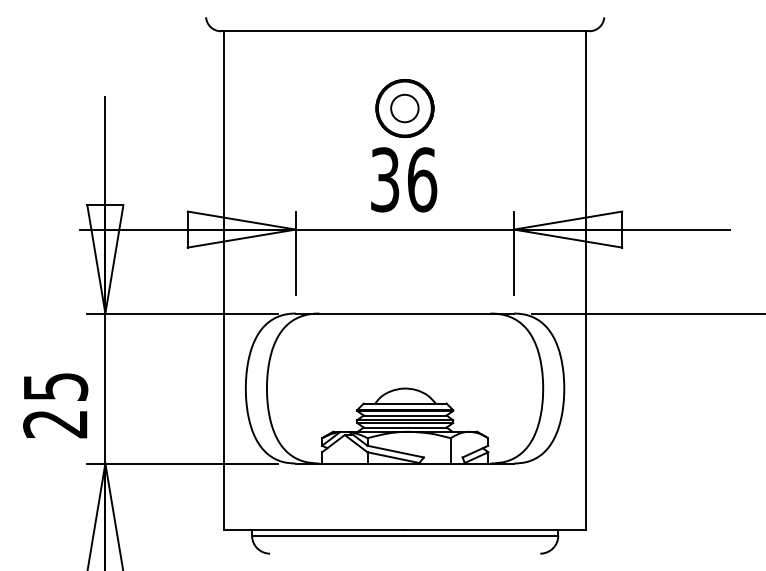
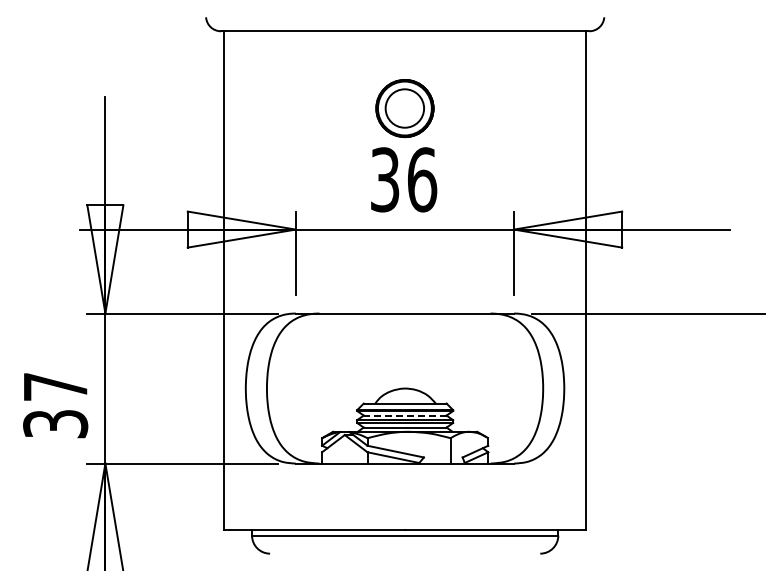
circle at (404, 108) diameter: 27 px -> 38 px
text at (55, 405): 25 -> 37
line at (404, 415): solid -> dashed
